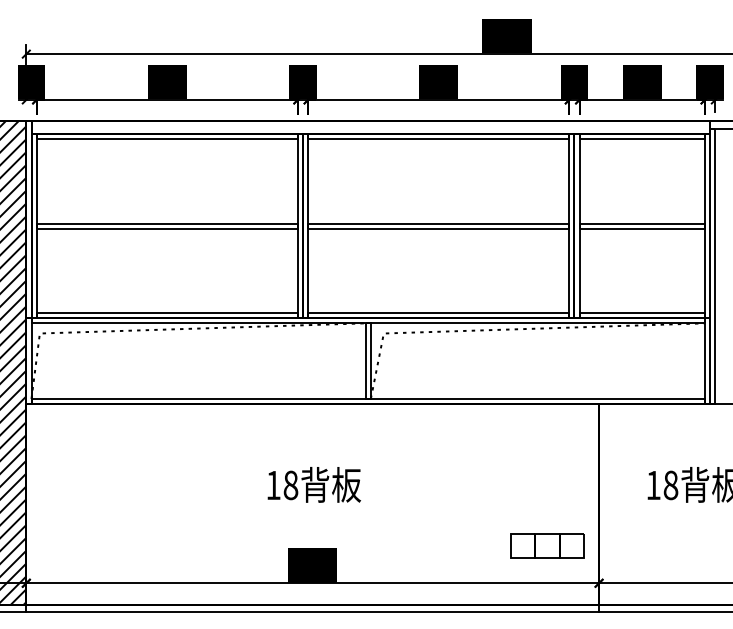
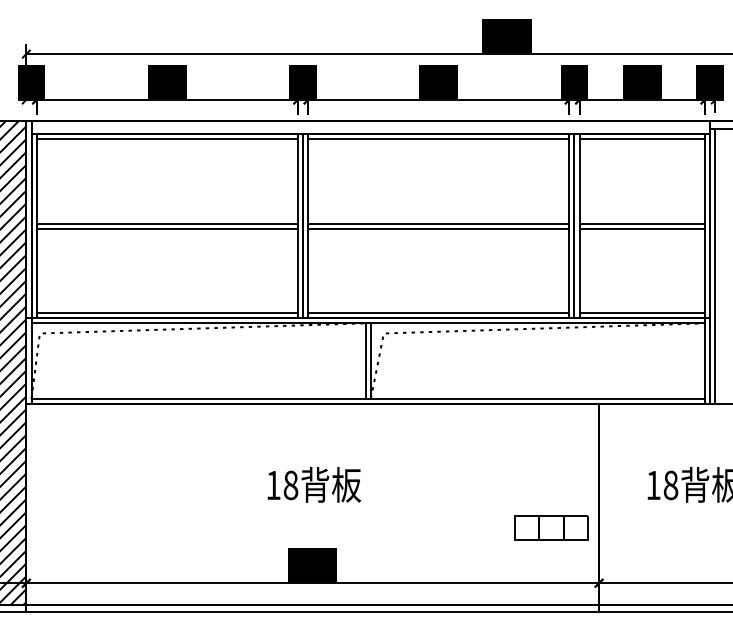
part at (547, 545) position: (547, 545) -> (551, 527)
